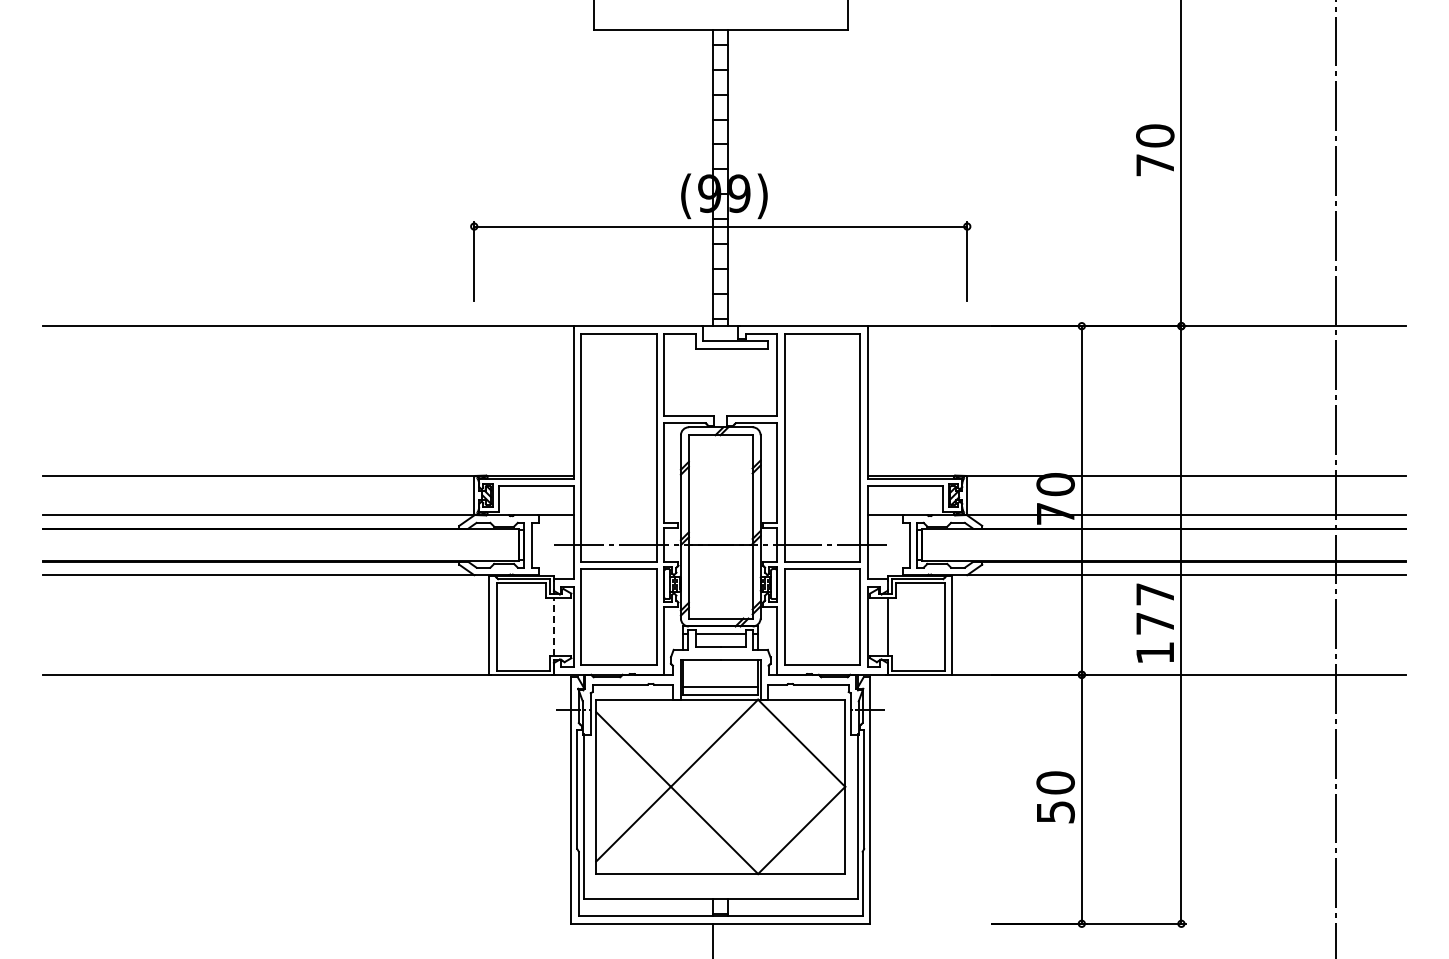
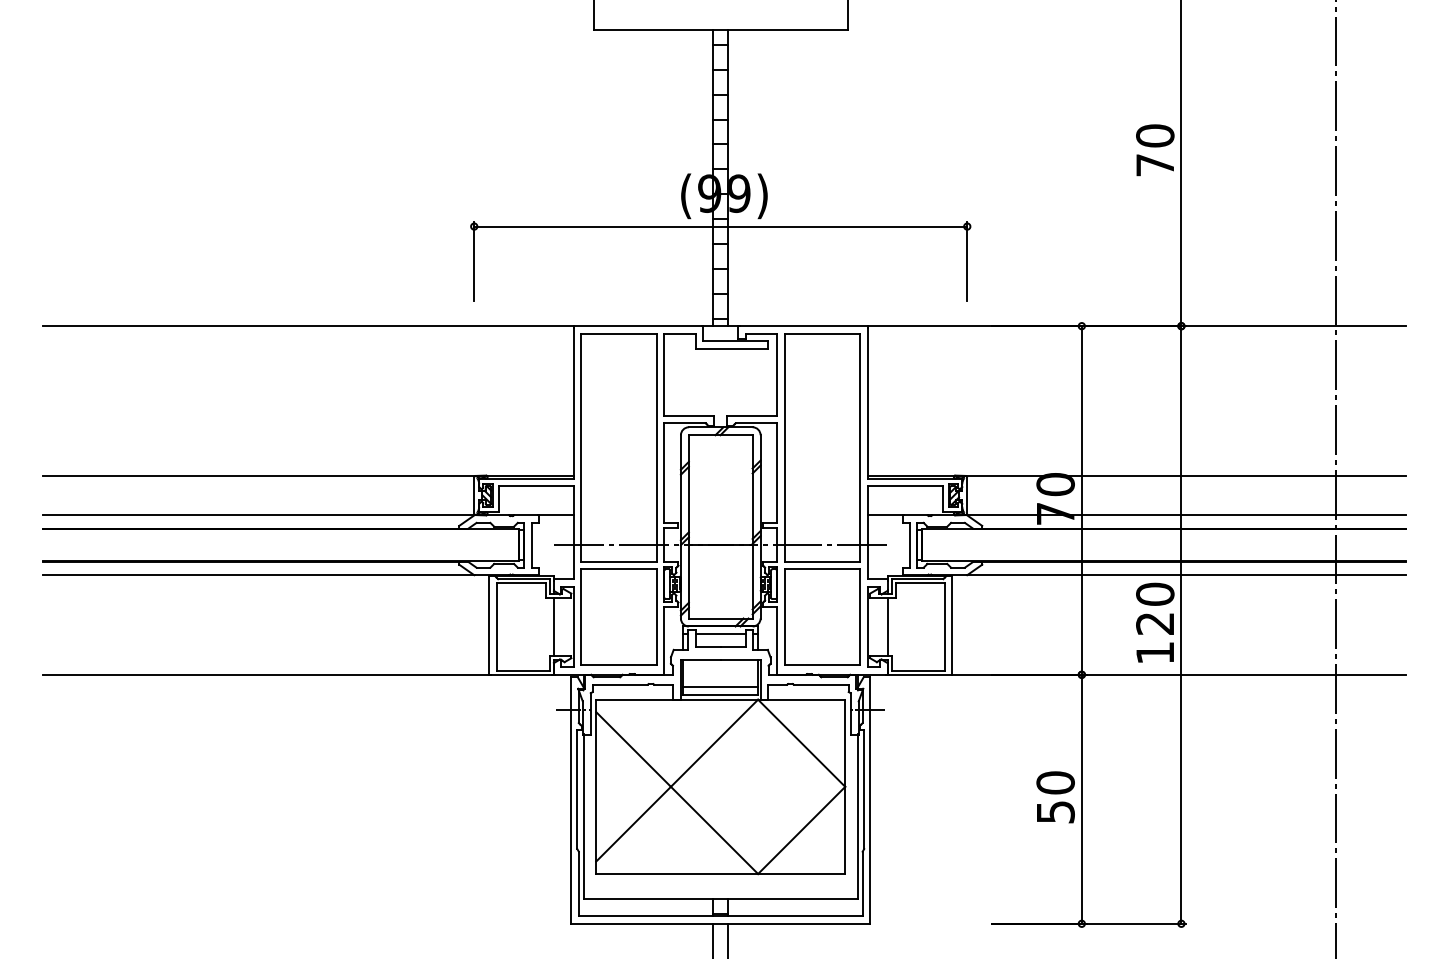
text at (1155, 608): 177 -> 120
line at (553, 626): dashed -> solid
line at (728, 939): none -> present
